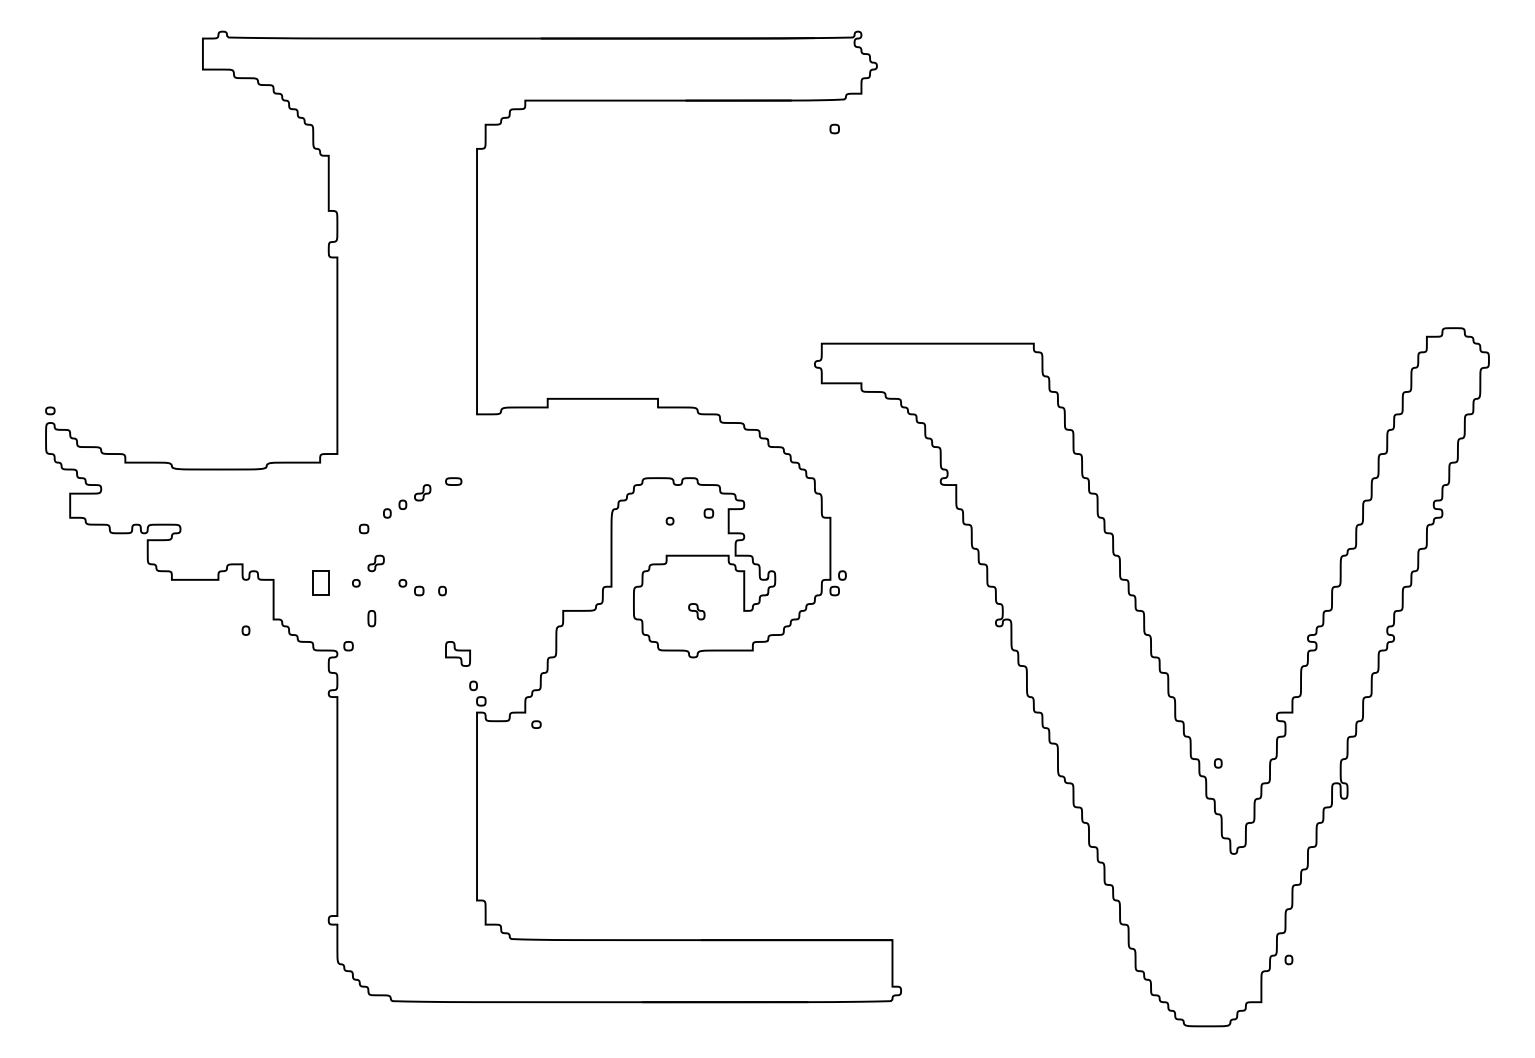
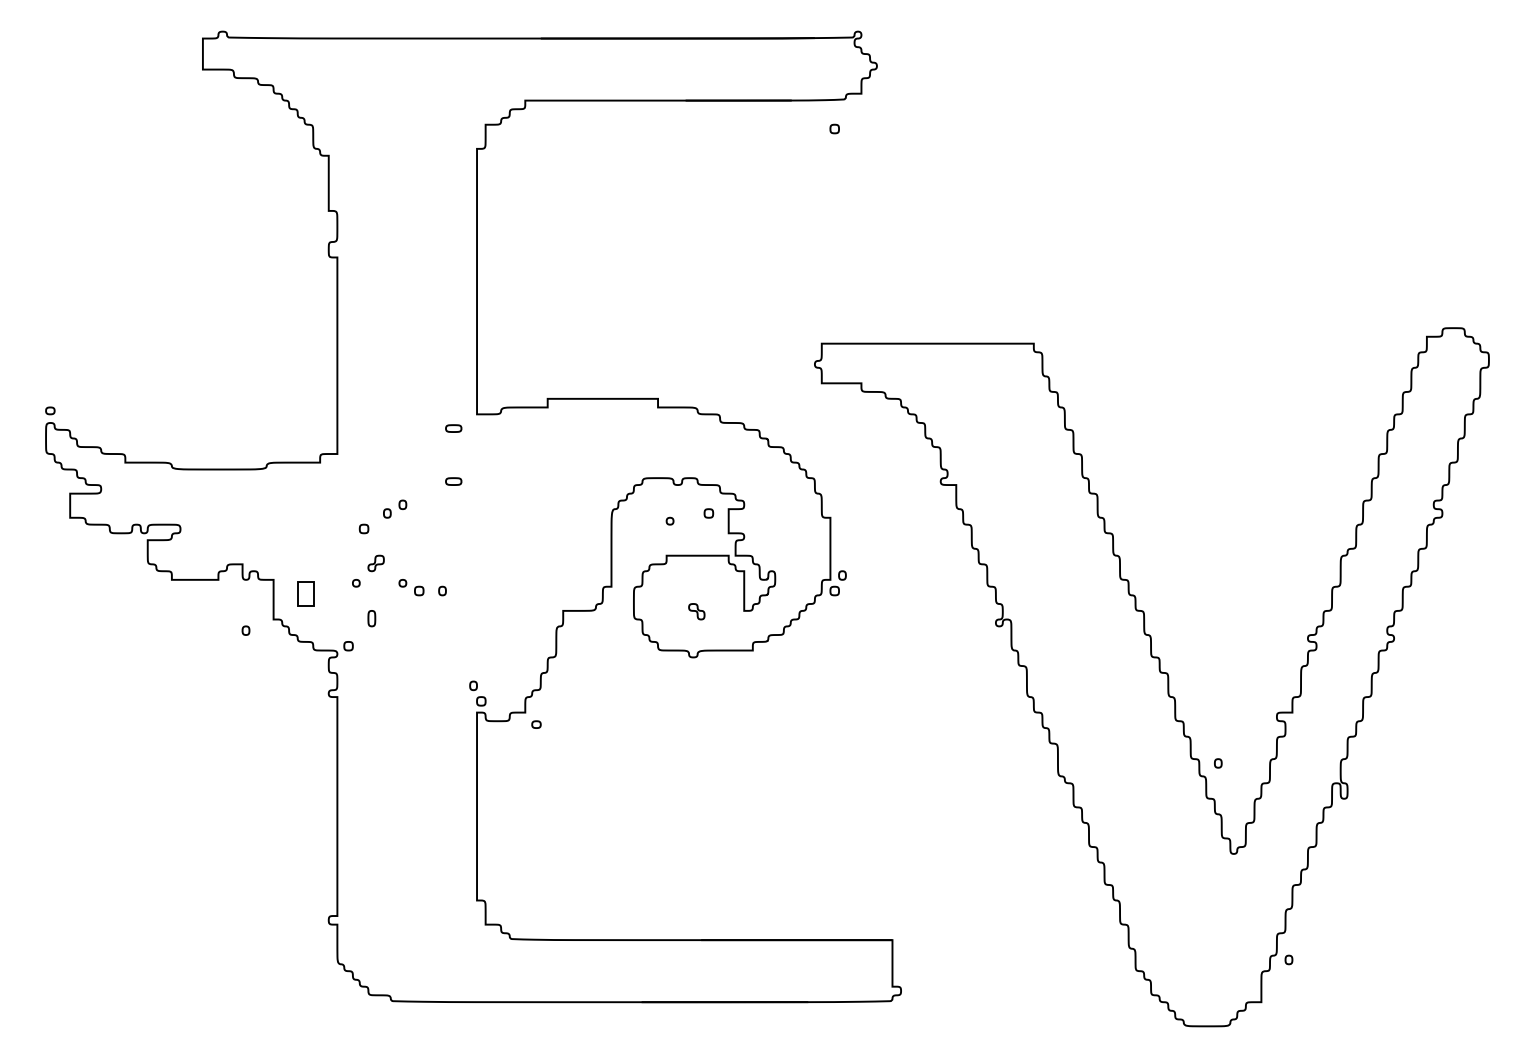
part at (453, 428): none -> present
part at (422, 492): present -> none
part at (320, 582) position: (320, 582) -> (305, 593)
part at (457, 653): present -> none
